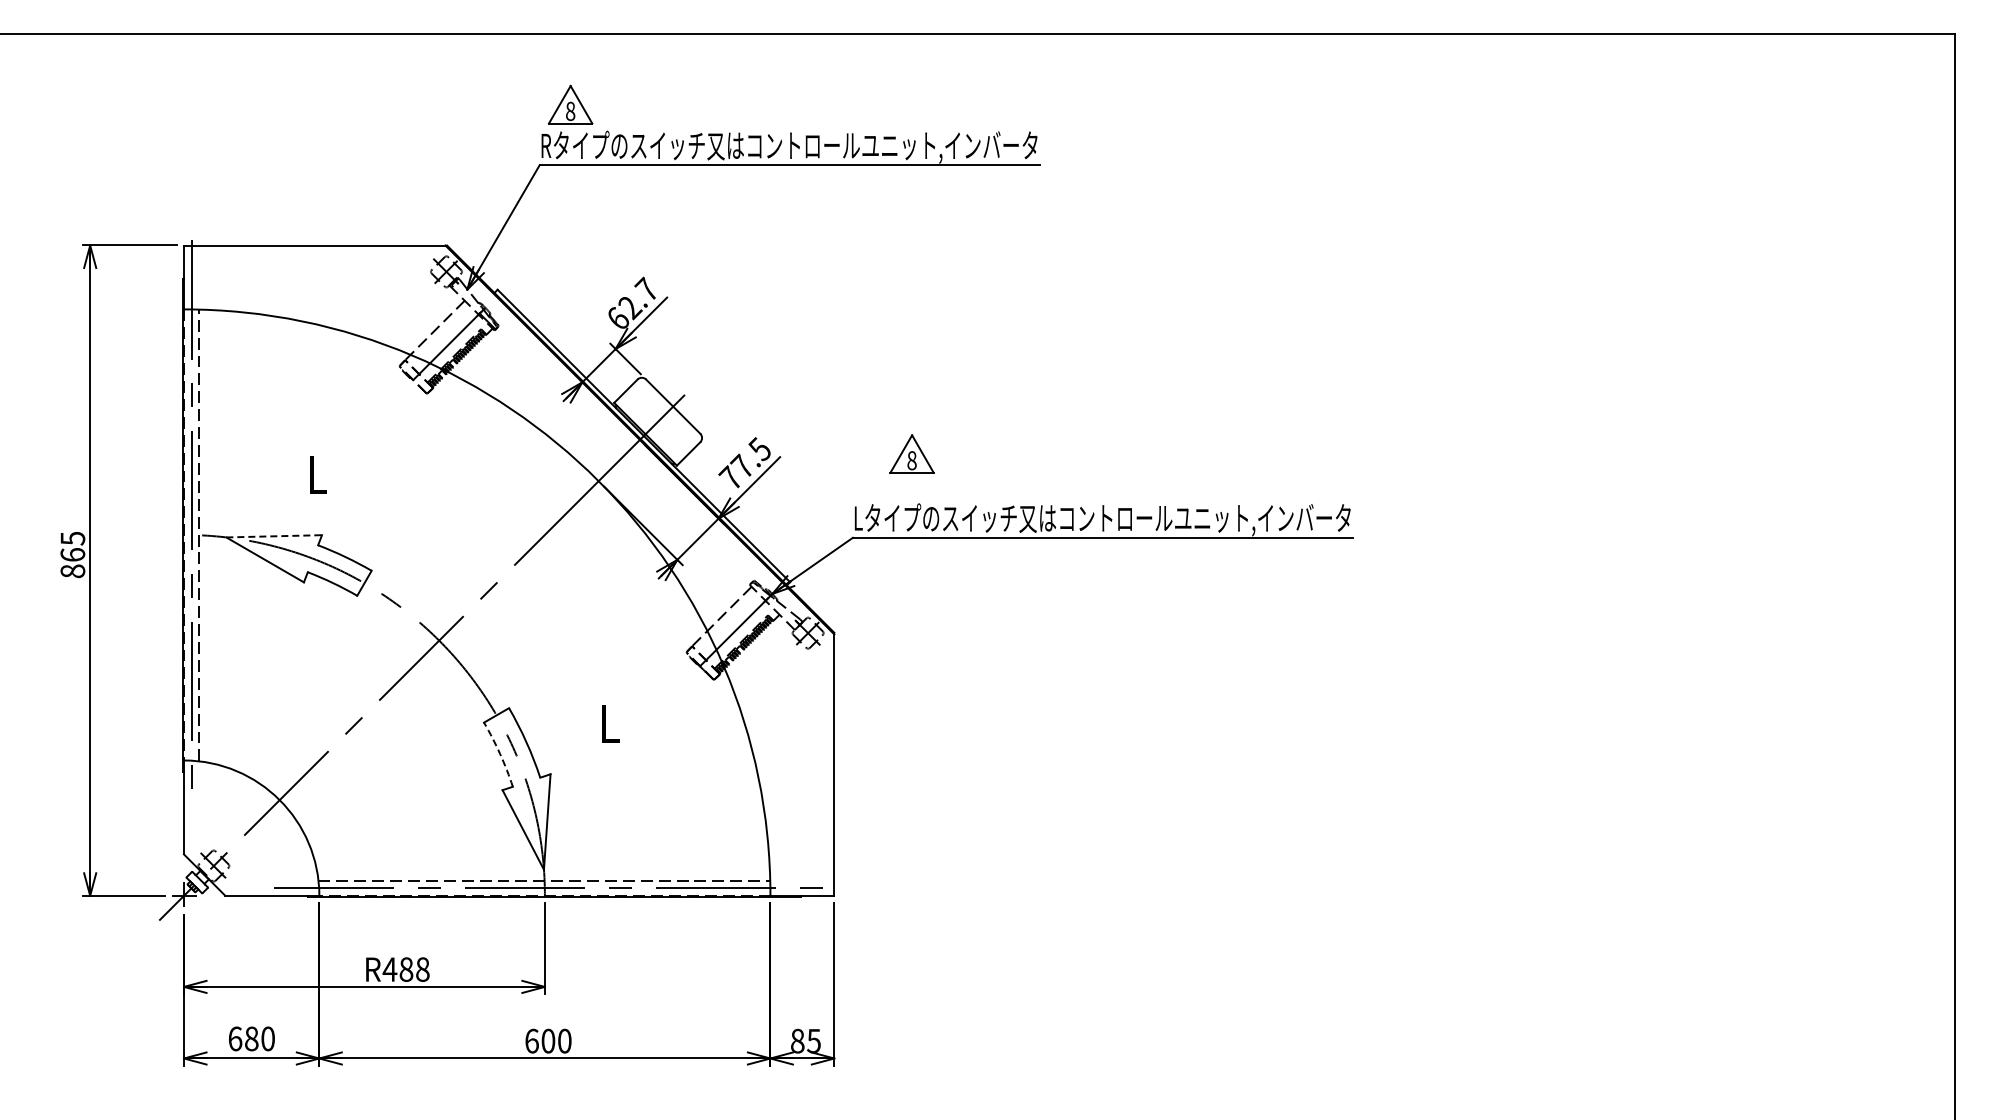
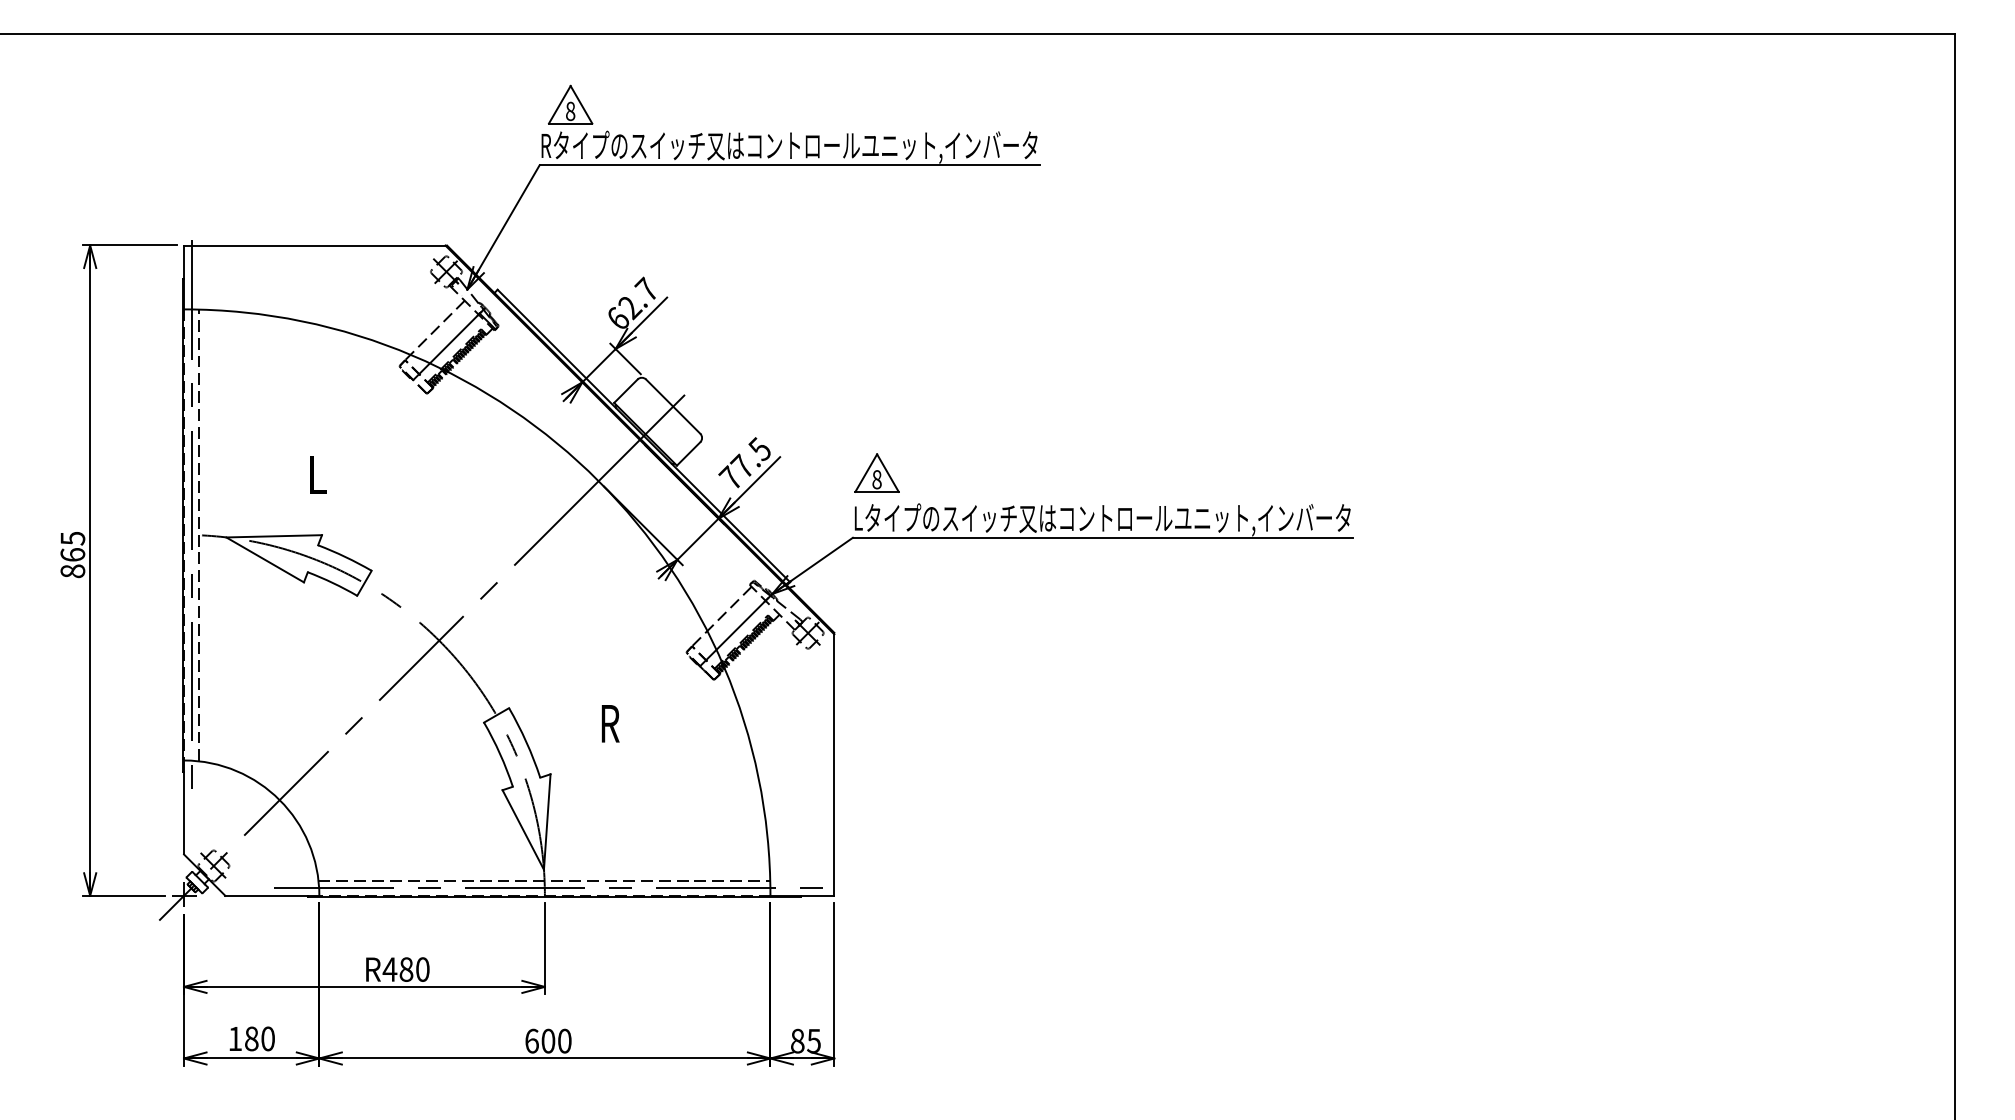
part at (911, 453) position: (911, 453) -> (876, 472)
line at (274, 536): dashed -> solid
text at (610, 723): L -> R
arc at (500, 753): dashed -> solid
text at (422, 969): R488 -> R480
text at (235, 1038): 680 -> 180
